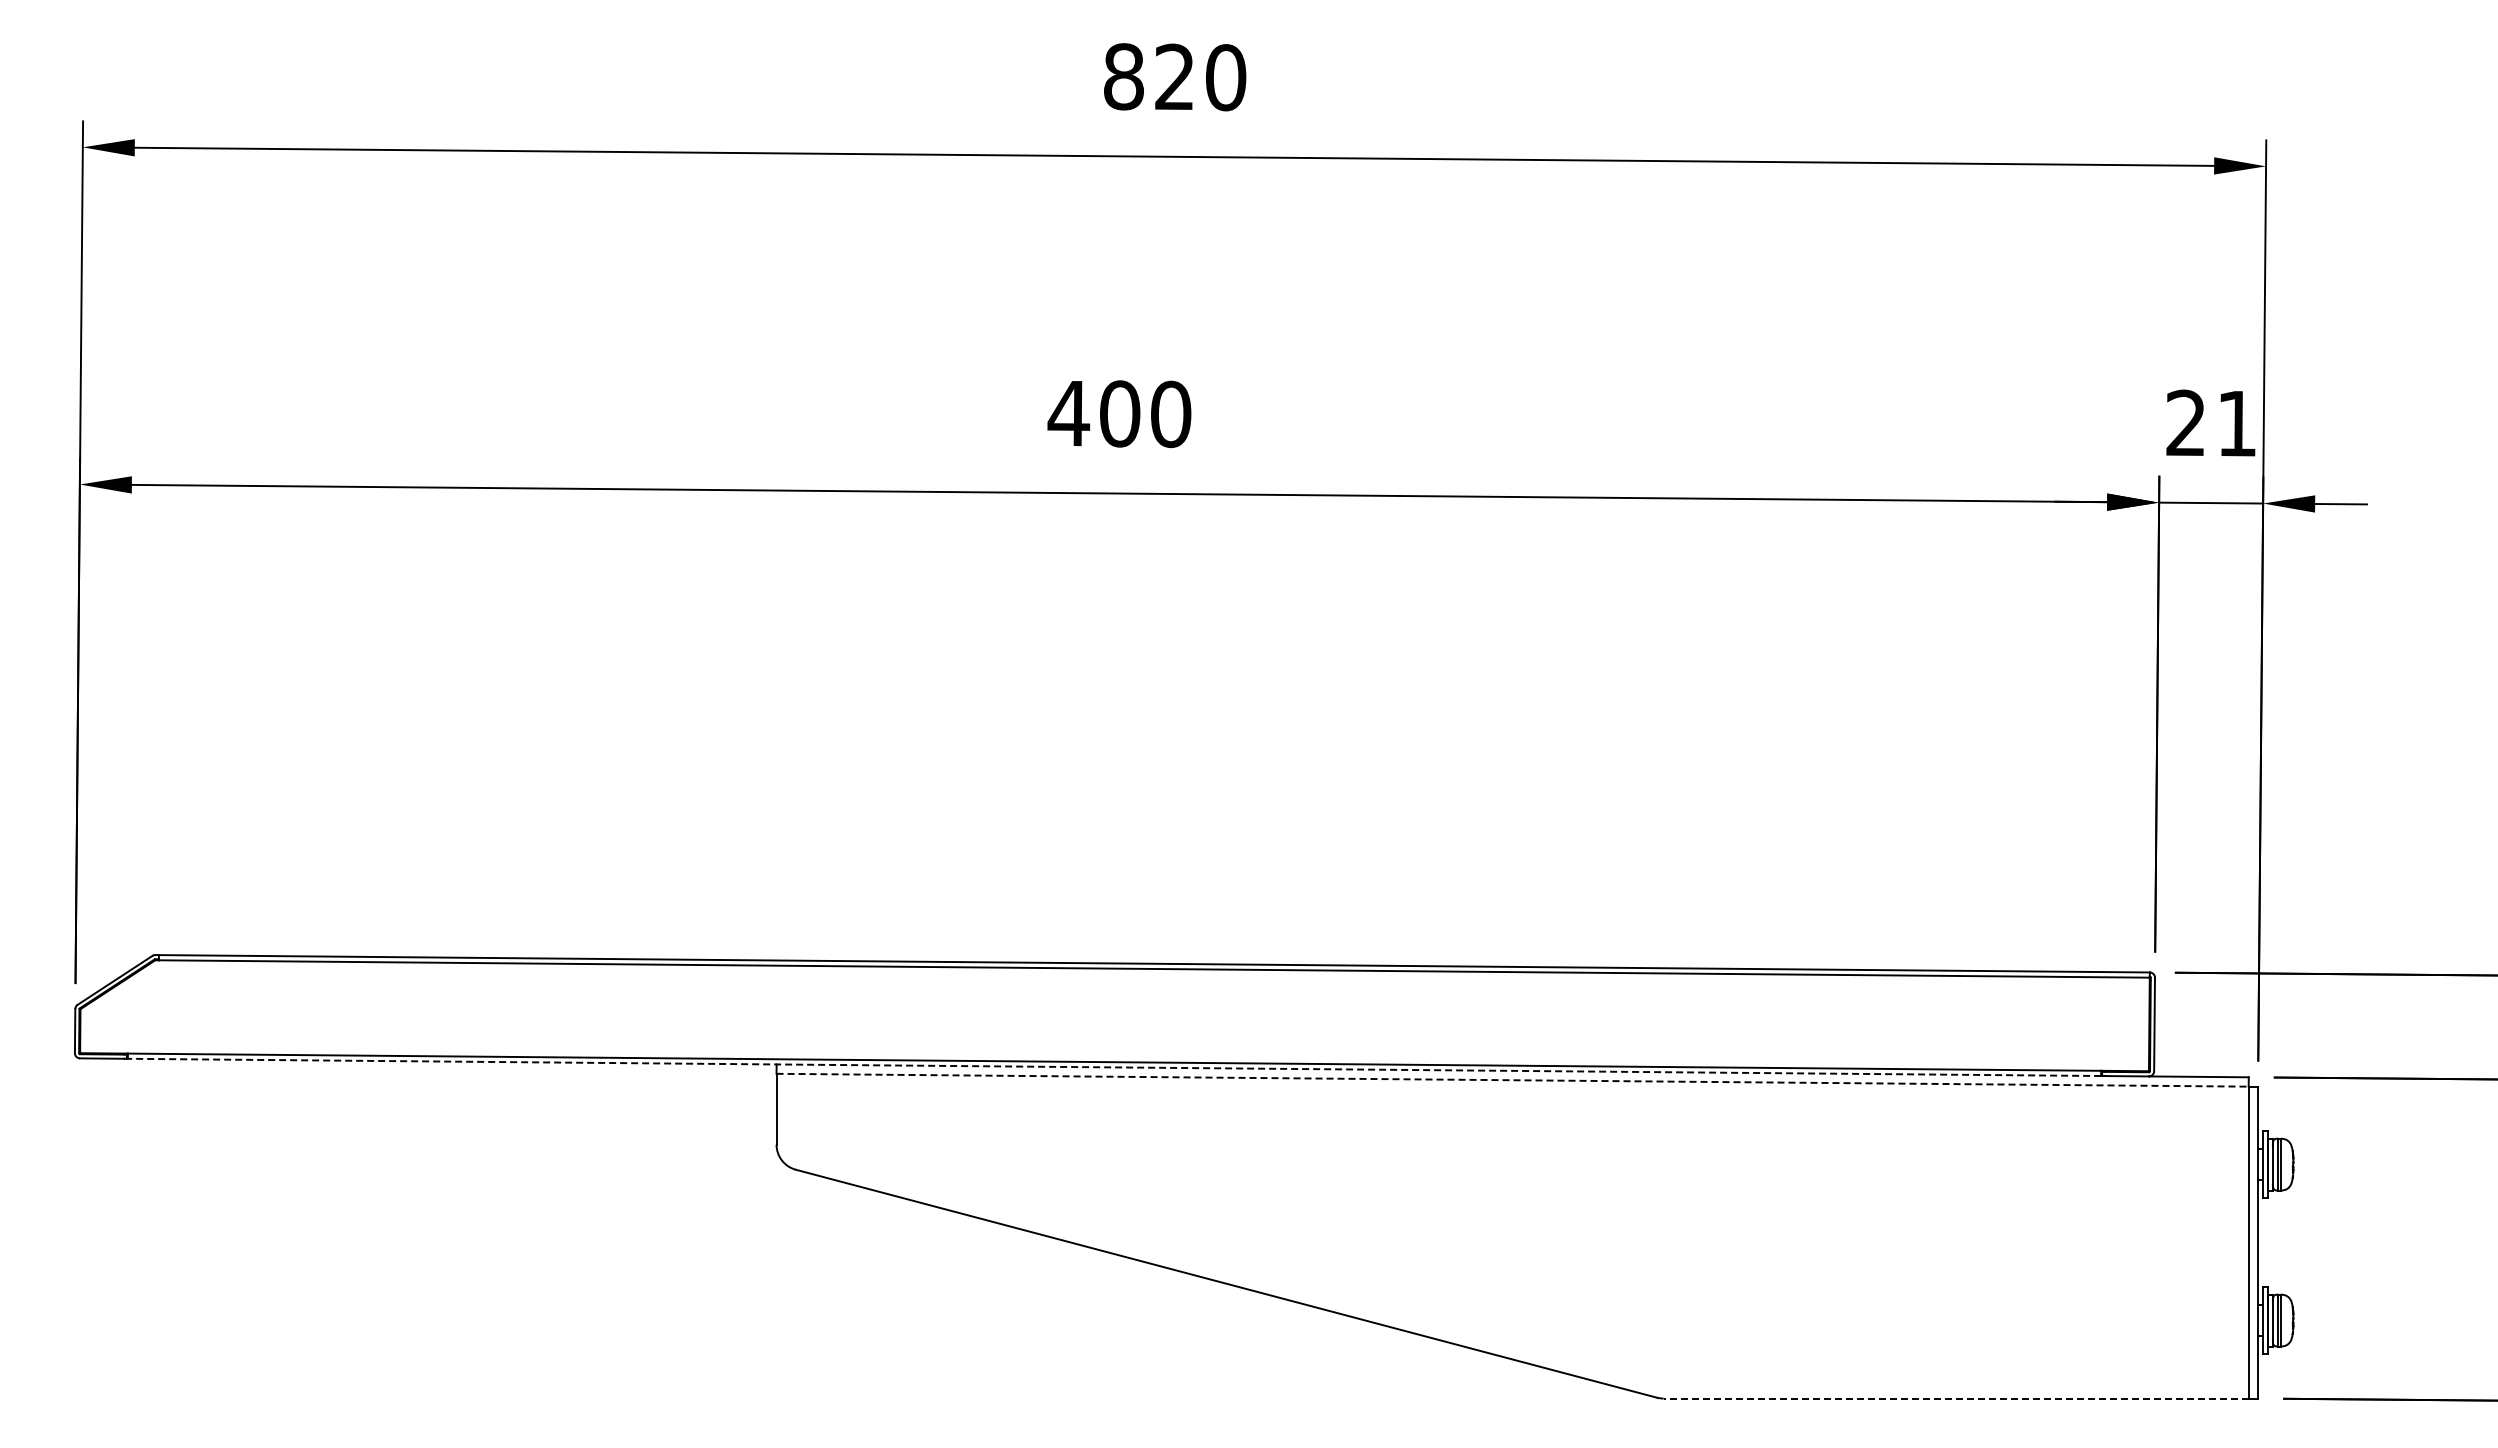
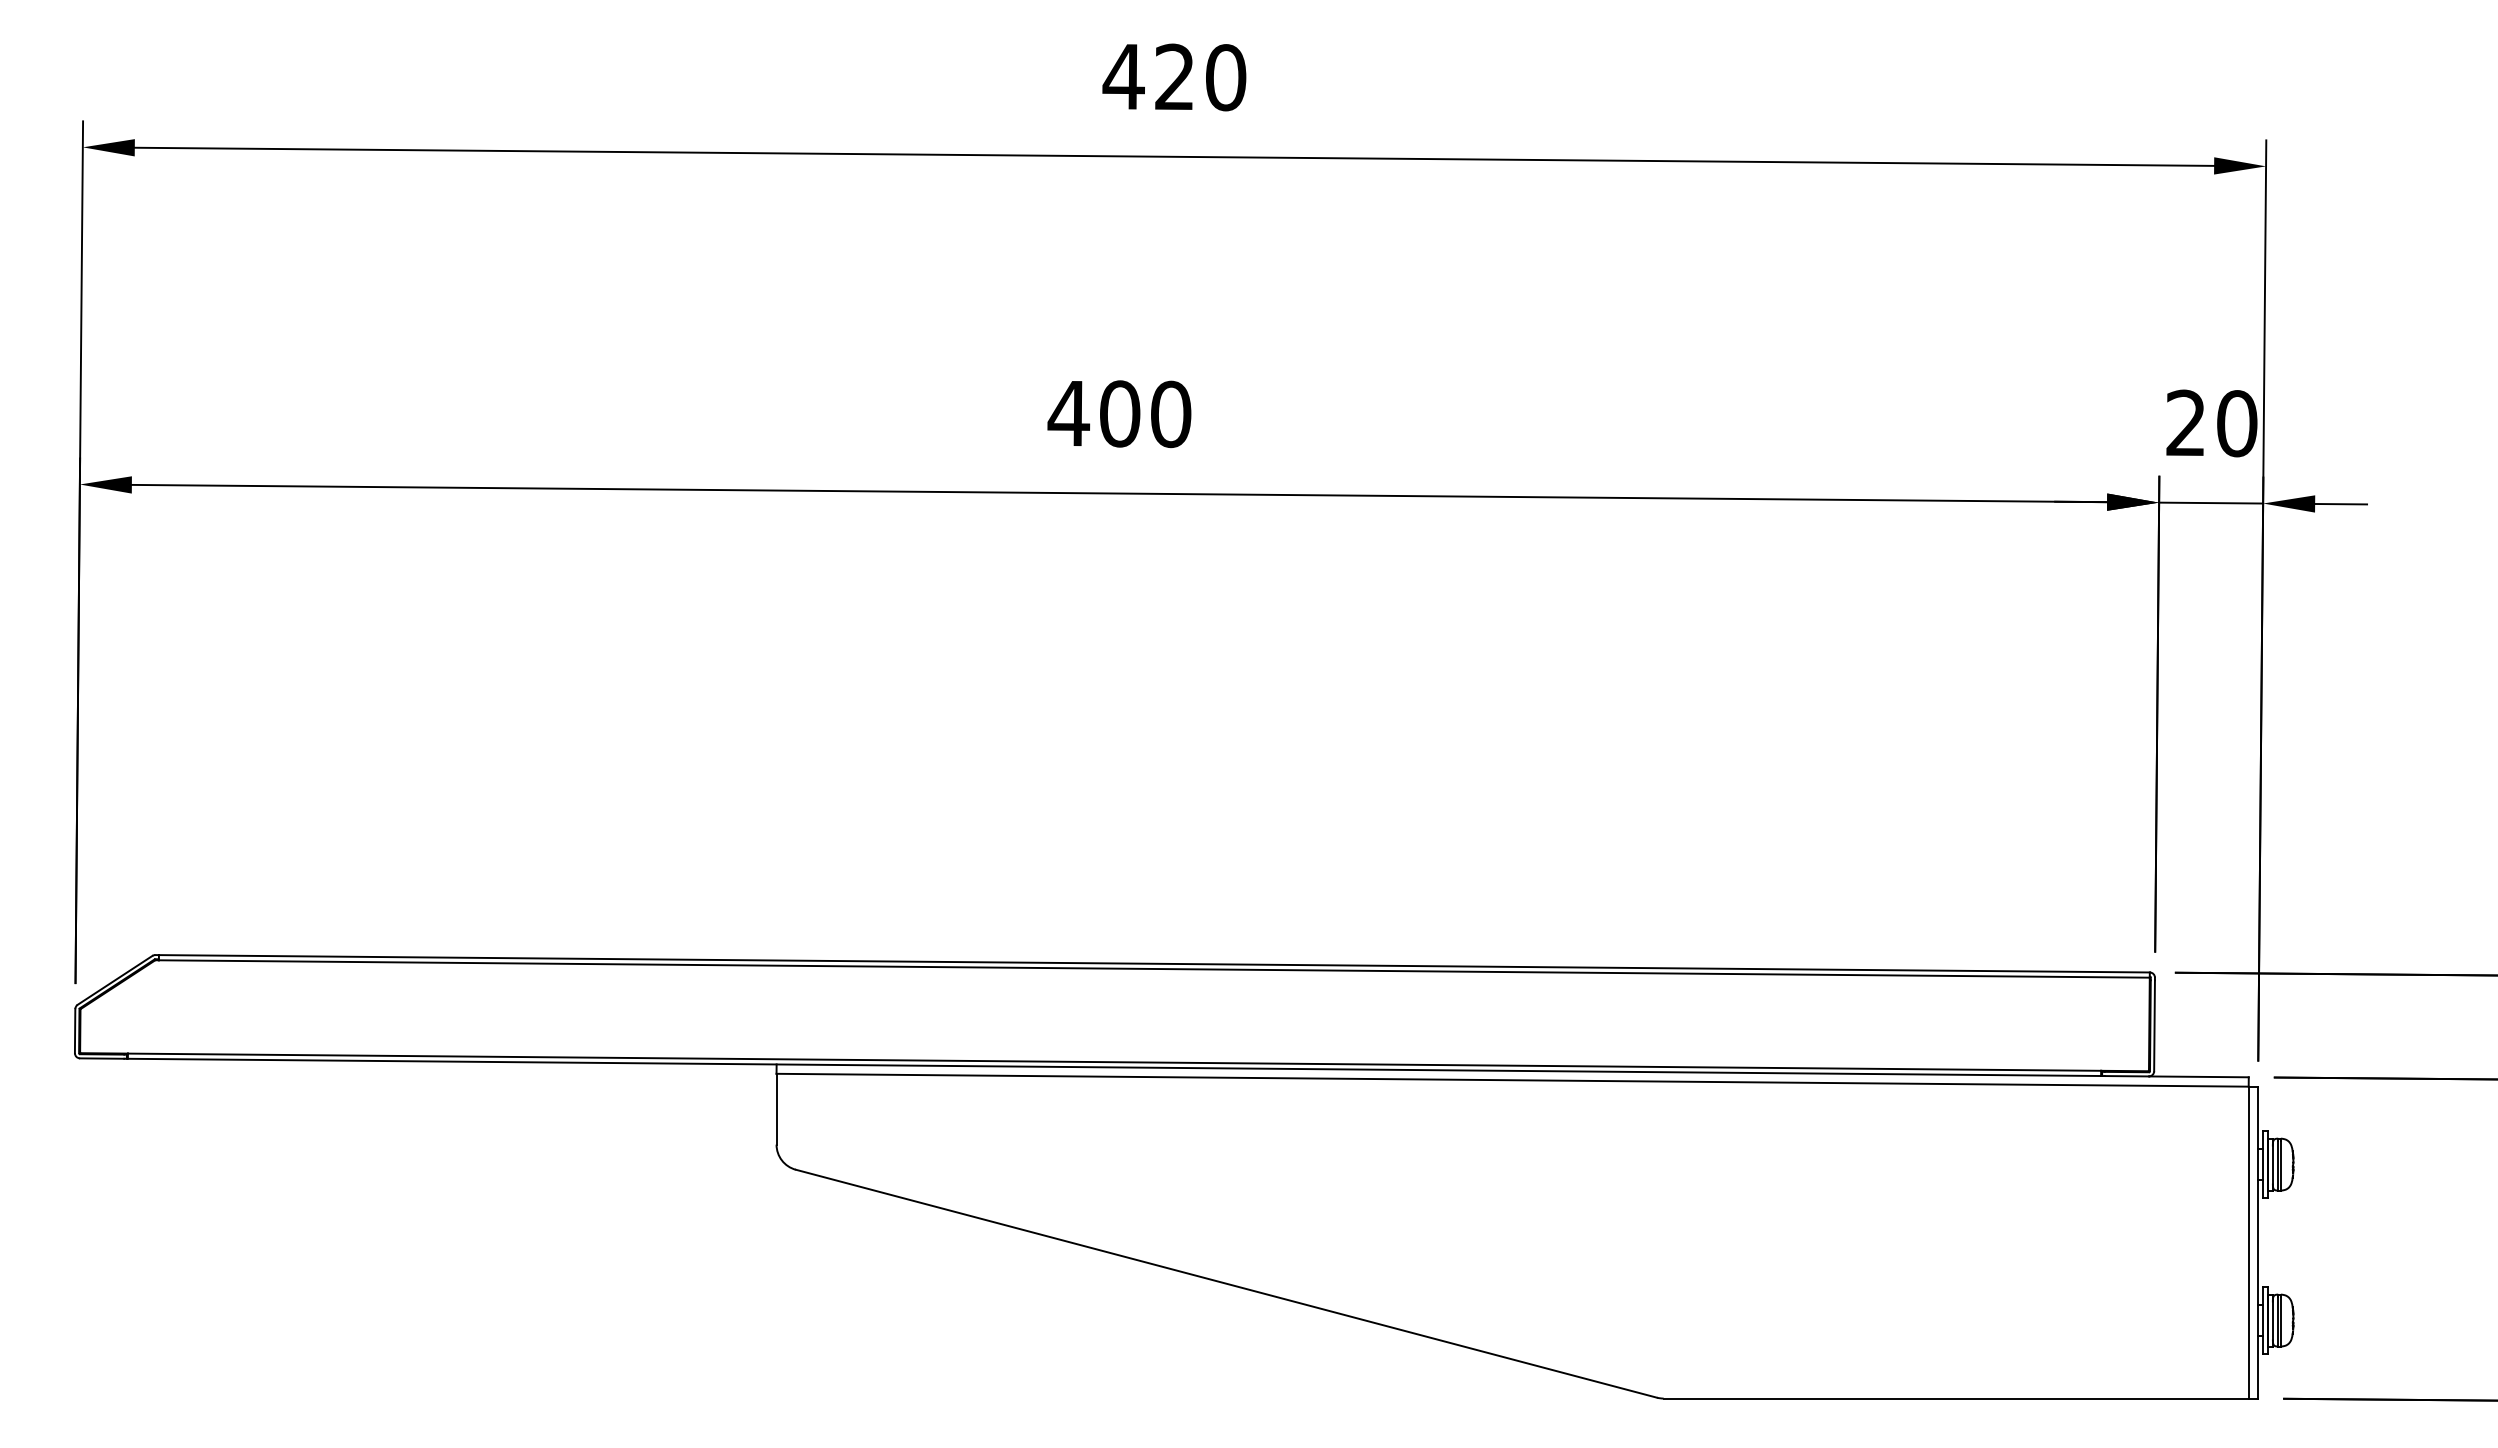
text at (1123, 76): 820 -> 420
text at (2237, 423): 21 -> 20
line at (1114, 1067): dashed -> solid
line at (1513, 1080): dashed -> solid
line at (1956, 1398): dashed -> solid
